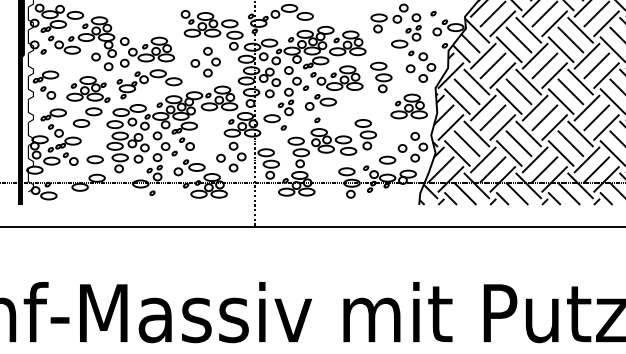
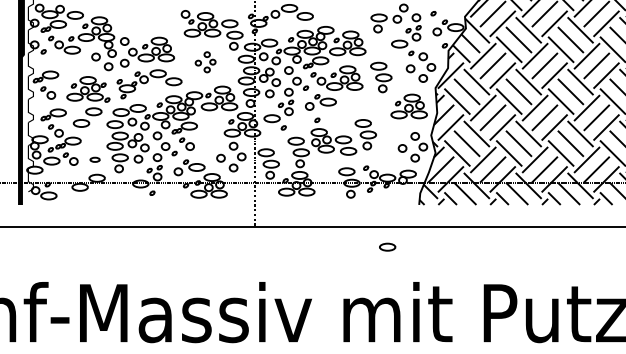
part at (205, 62) size: 31x31 px -> 23x23 px
part at (94, 159) size: 18x10 px -> 12x7 px
part at (387, 159) position: (387, 159) -> (387, 246)
